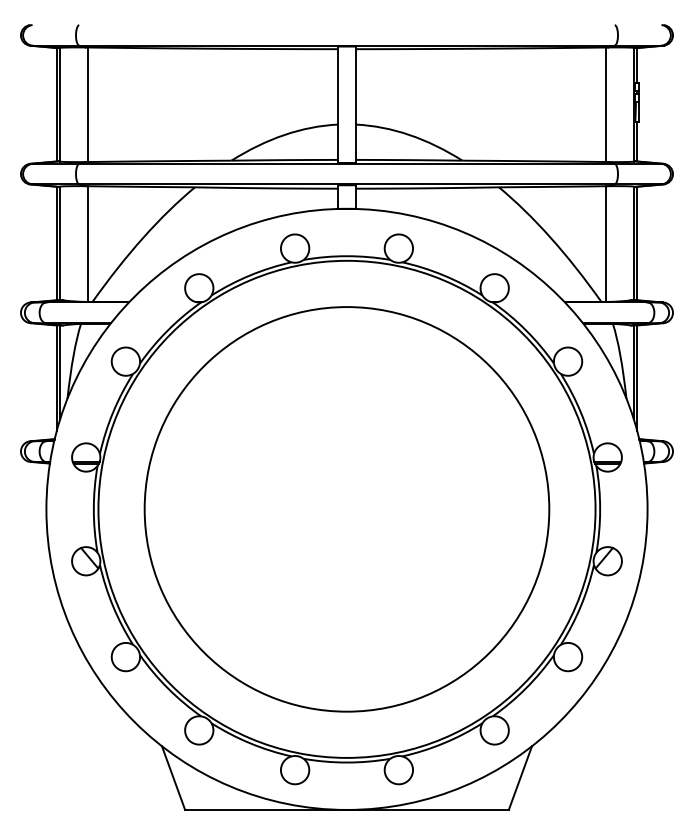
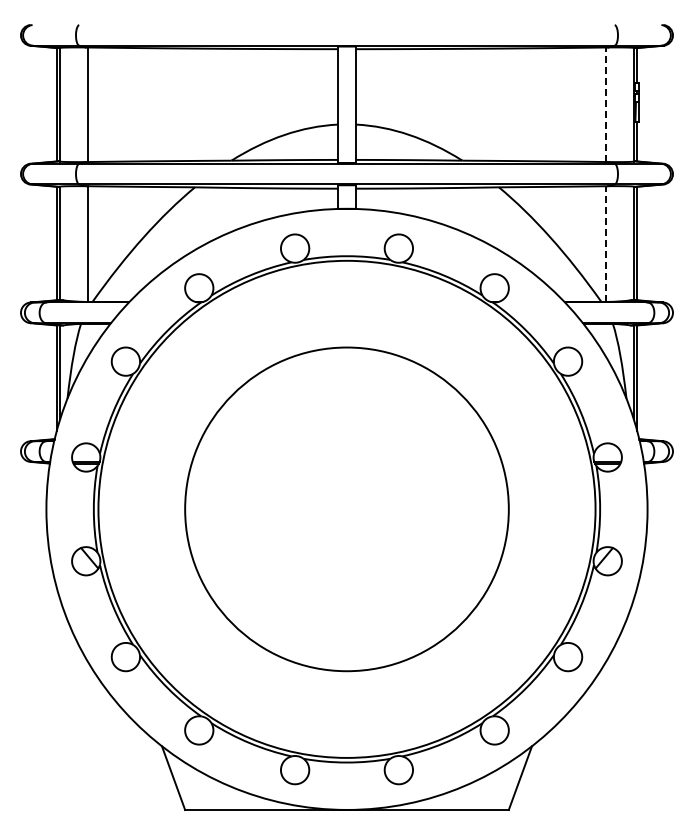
line at (605, 104): solid -> dashed
line at (605, 244): solid -> dashed
circle at (346, 509) diameter: 405 px -> 324 px
